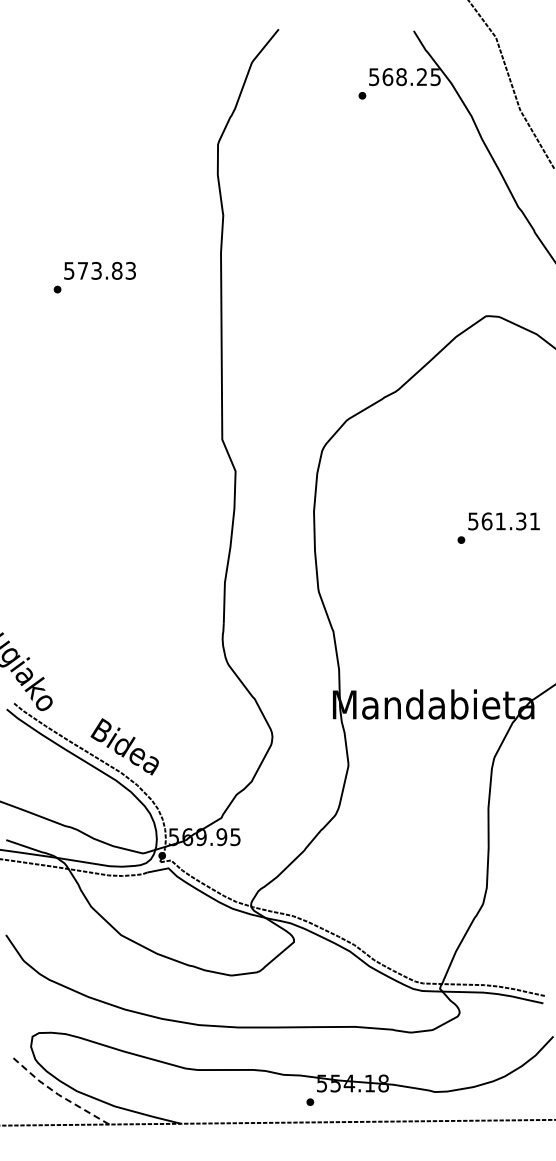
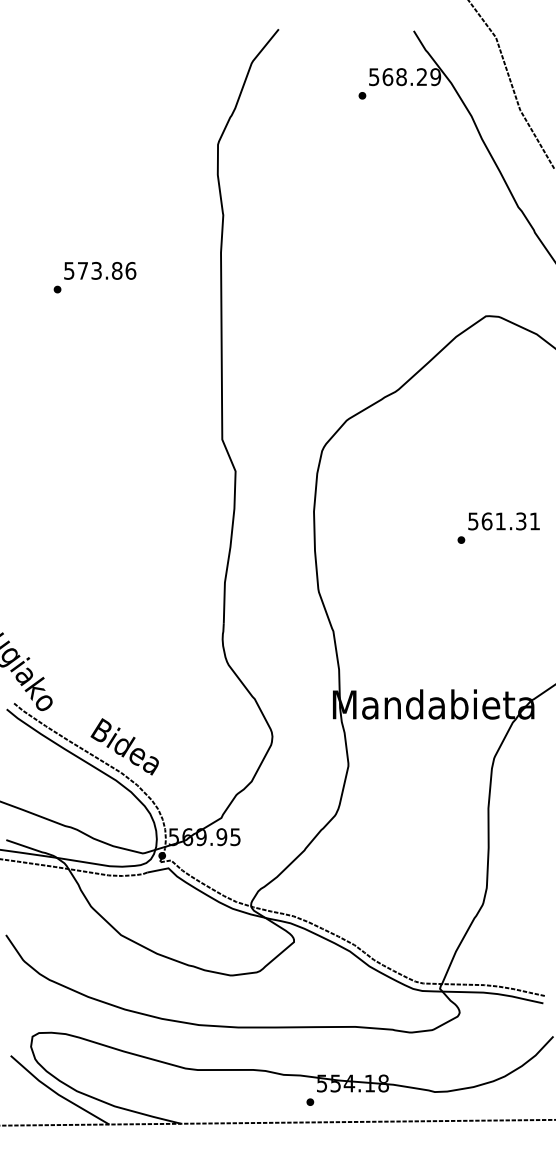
text at (435, 76): 568.25 -> 568.29
text at (130, 270): 573.83 -> 573.86
line at (57, 1093): dashed -> solid
